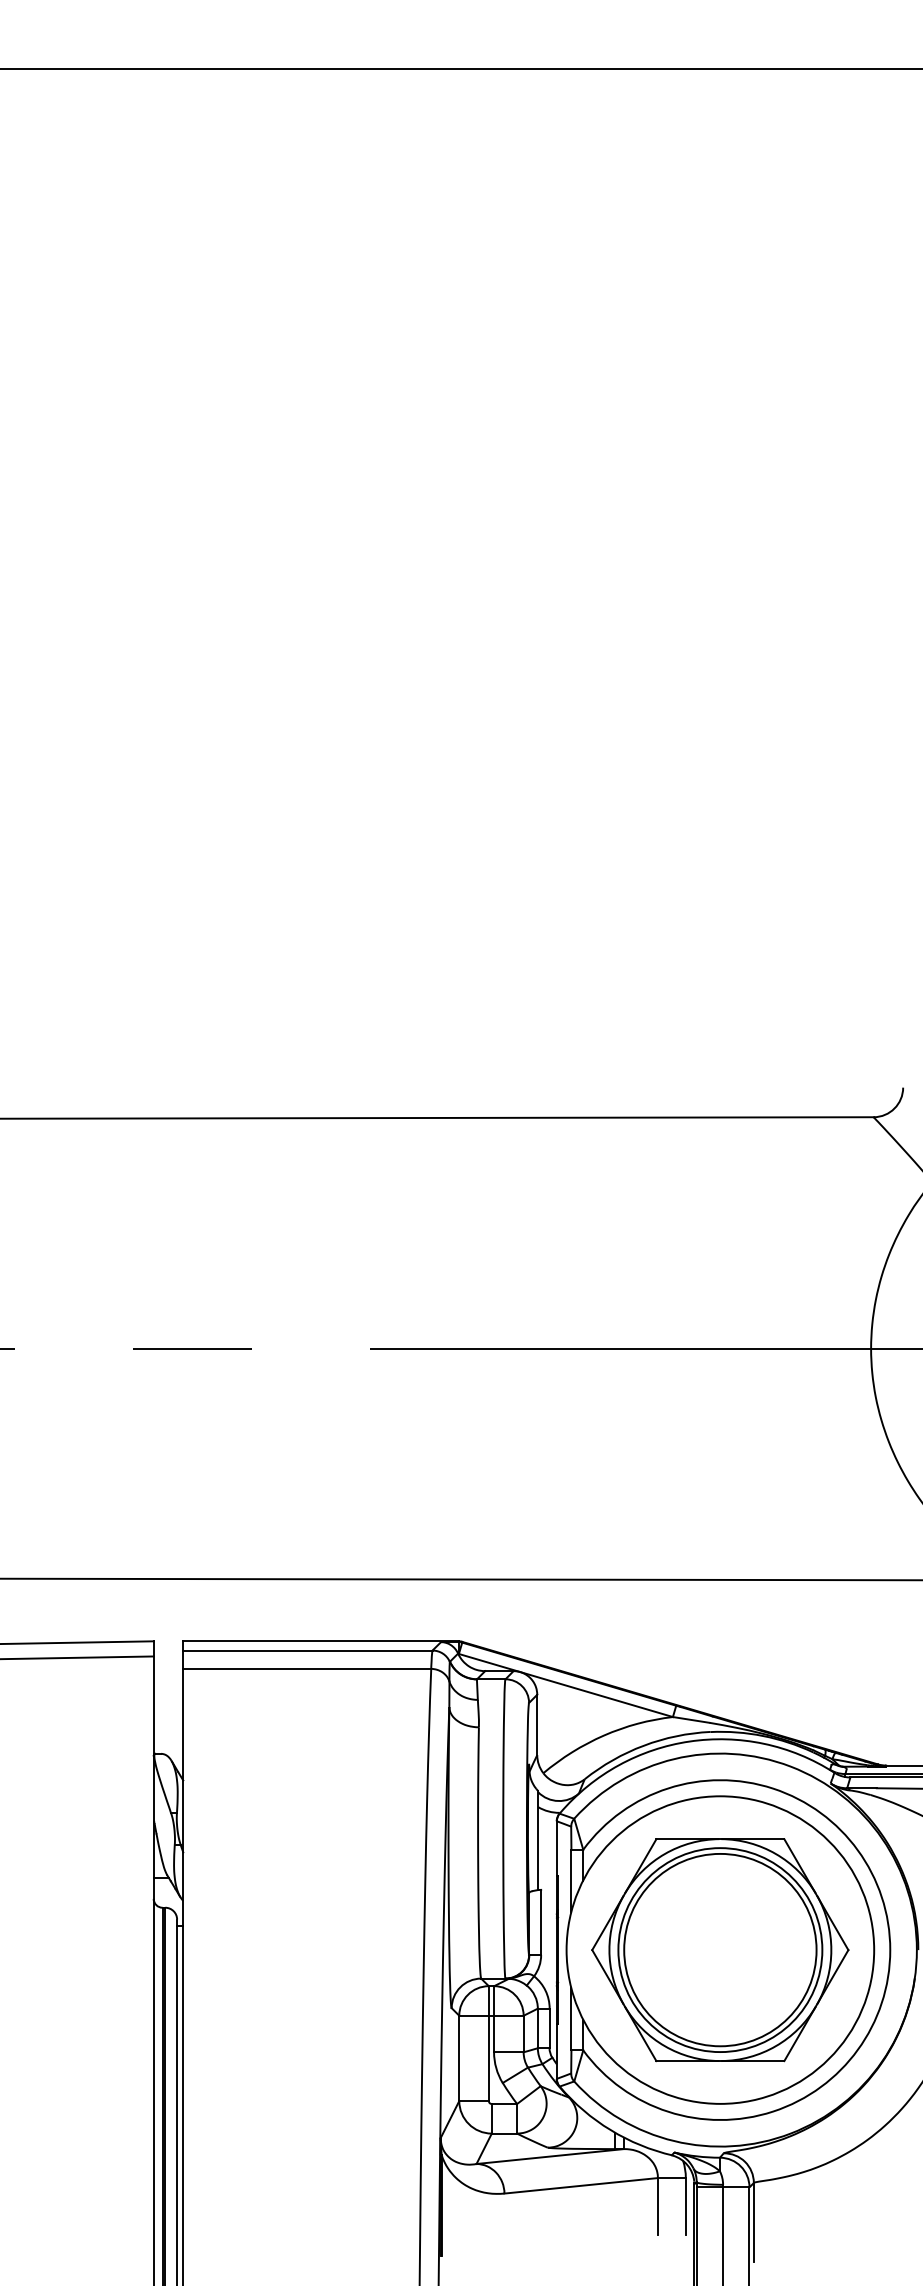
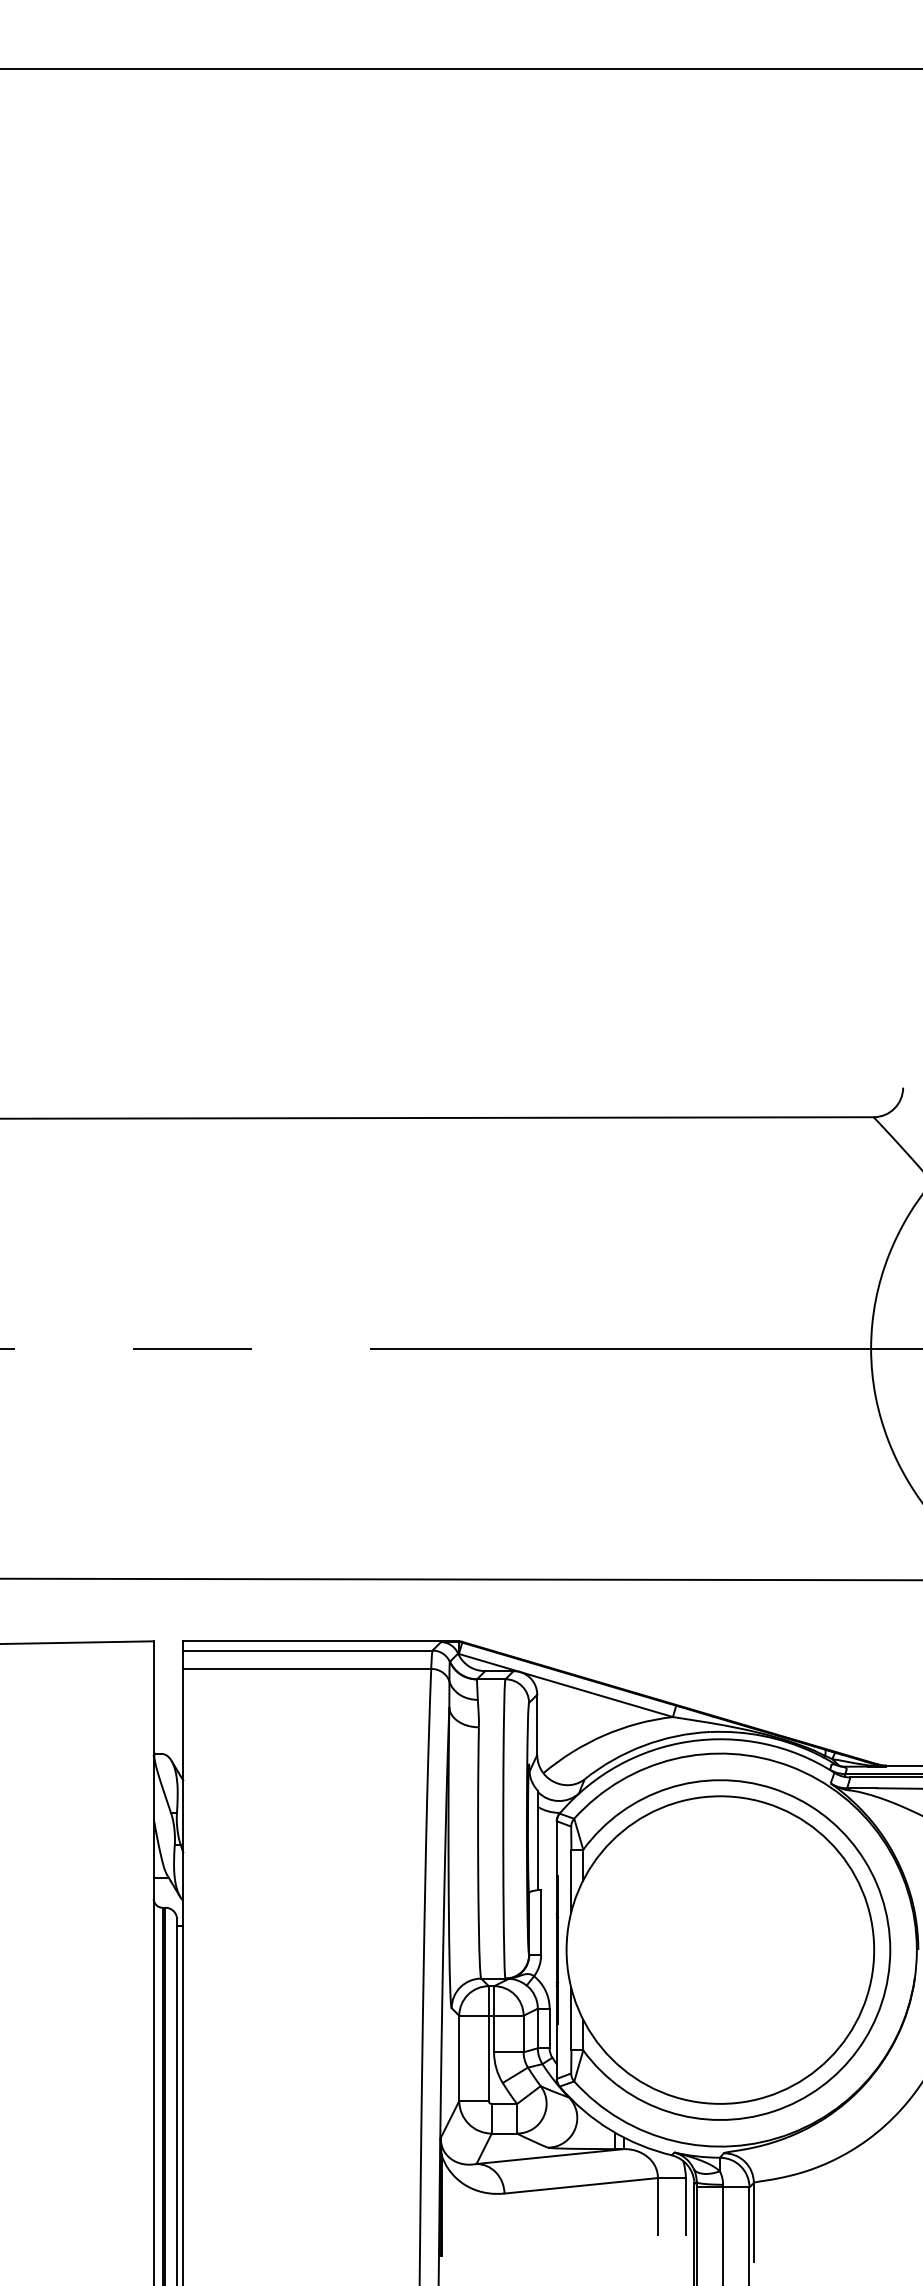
line at (77, 1657): present -> none
part at (720, 1950): present -> none
